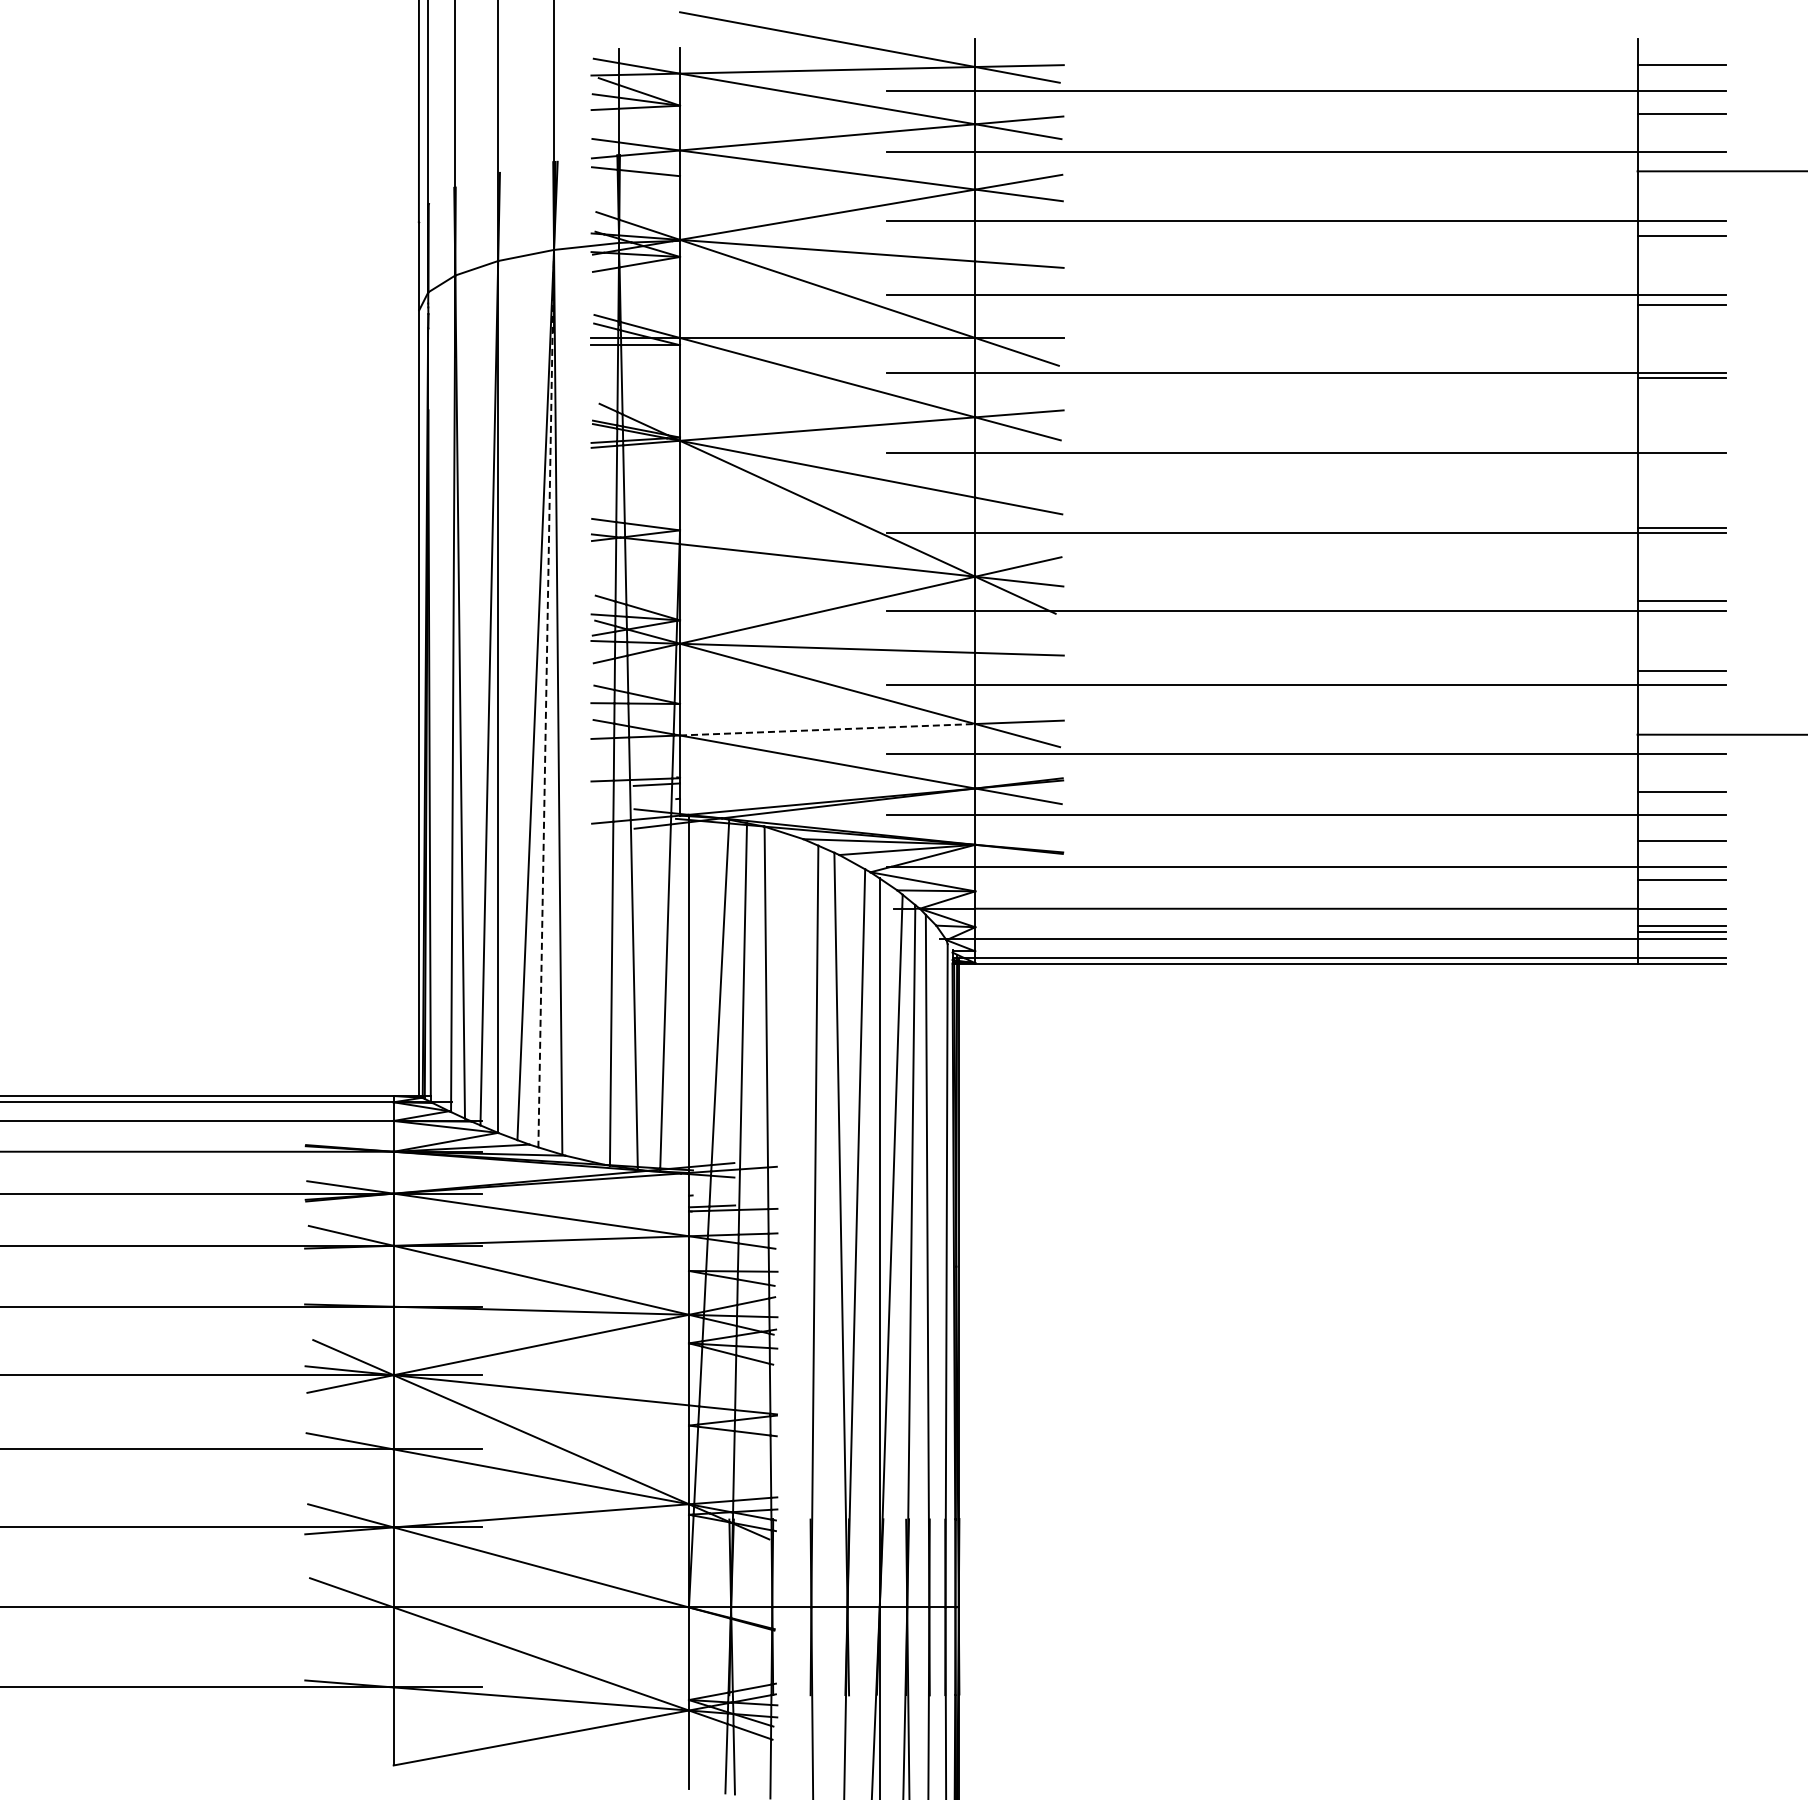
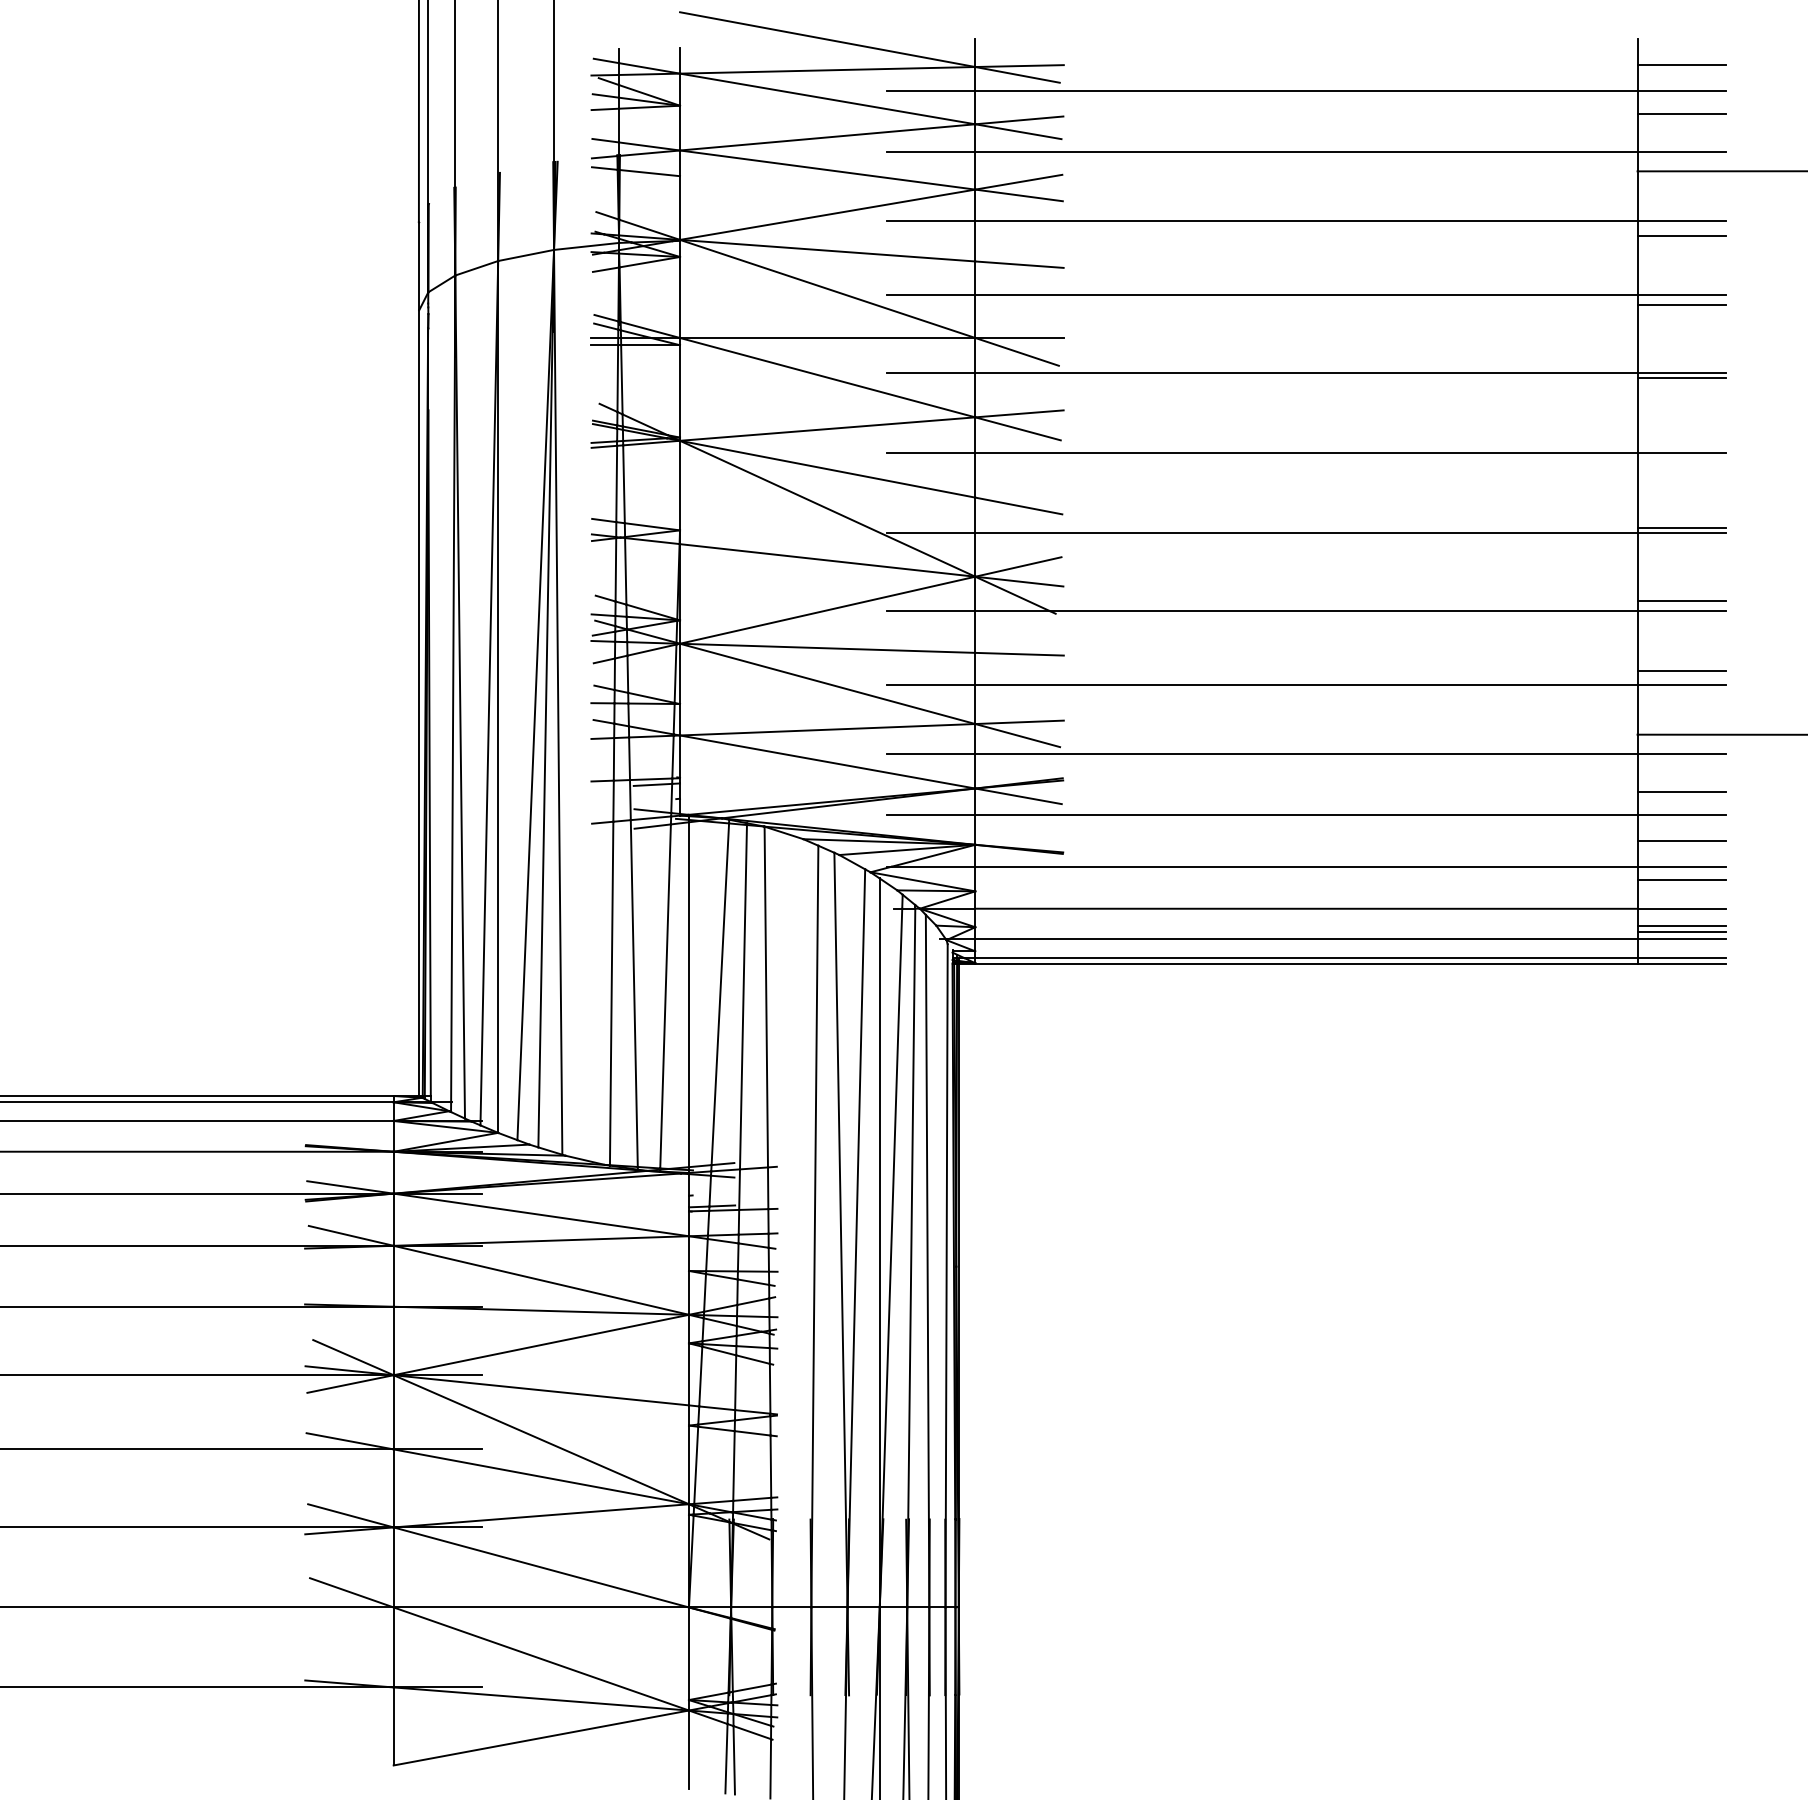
line at (546, 698): dashed -> solid
line at (827, 729): dashed -> solid
